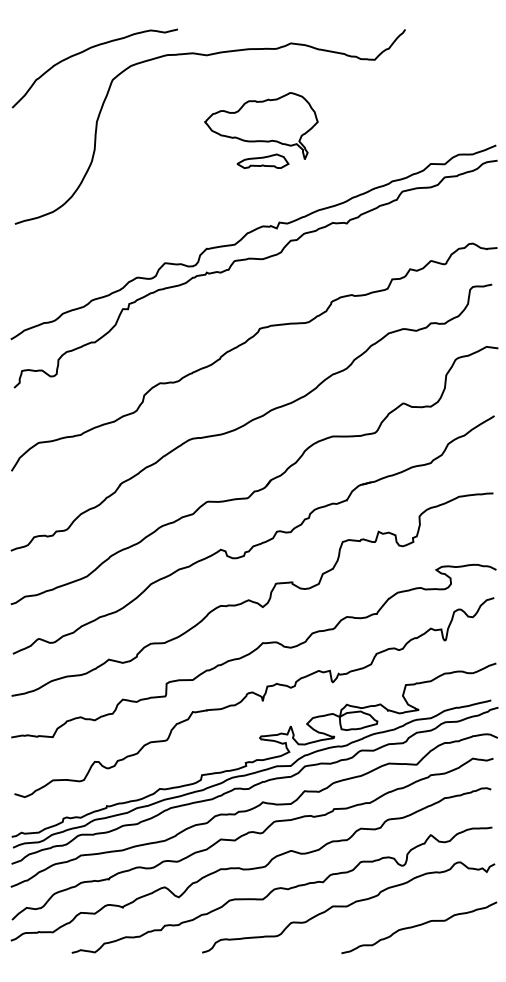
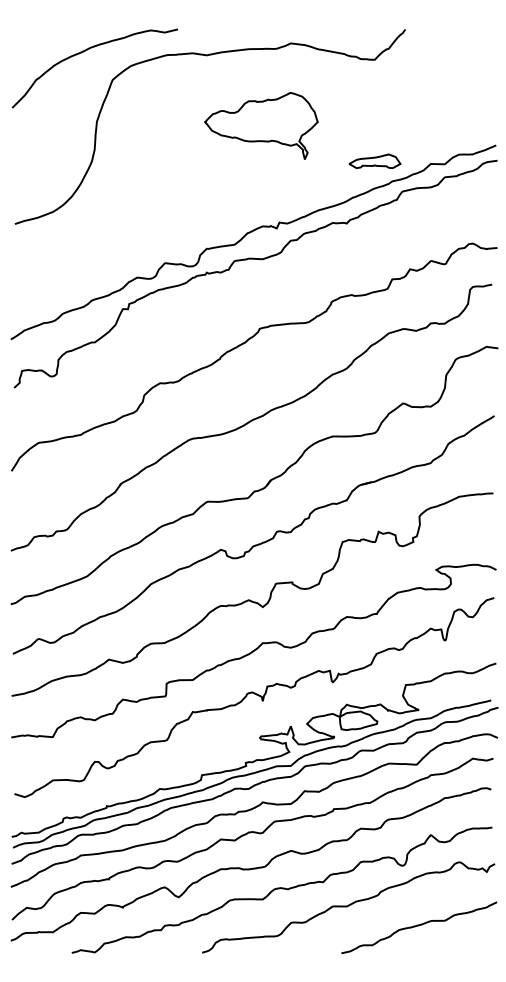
part at (262, 160) position: (262, 160) -> (374, 160)
